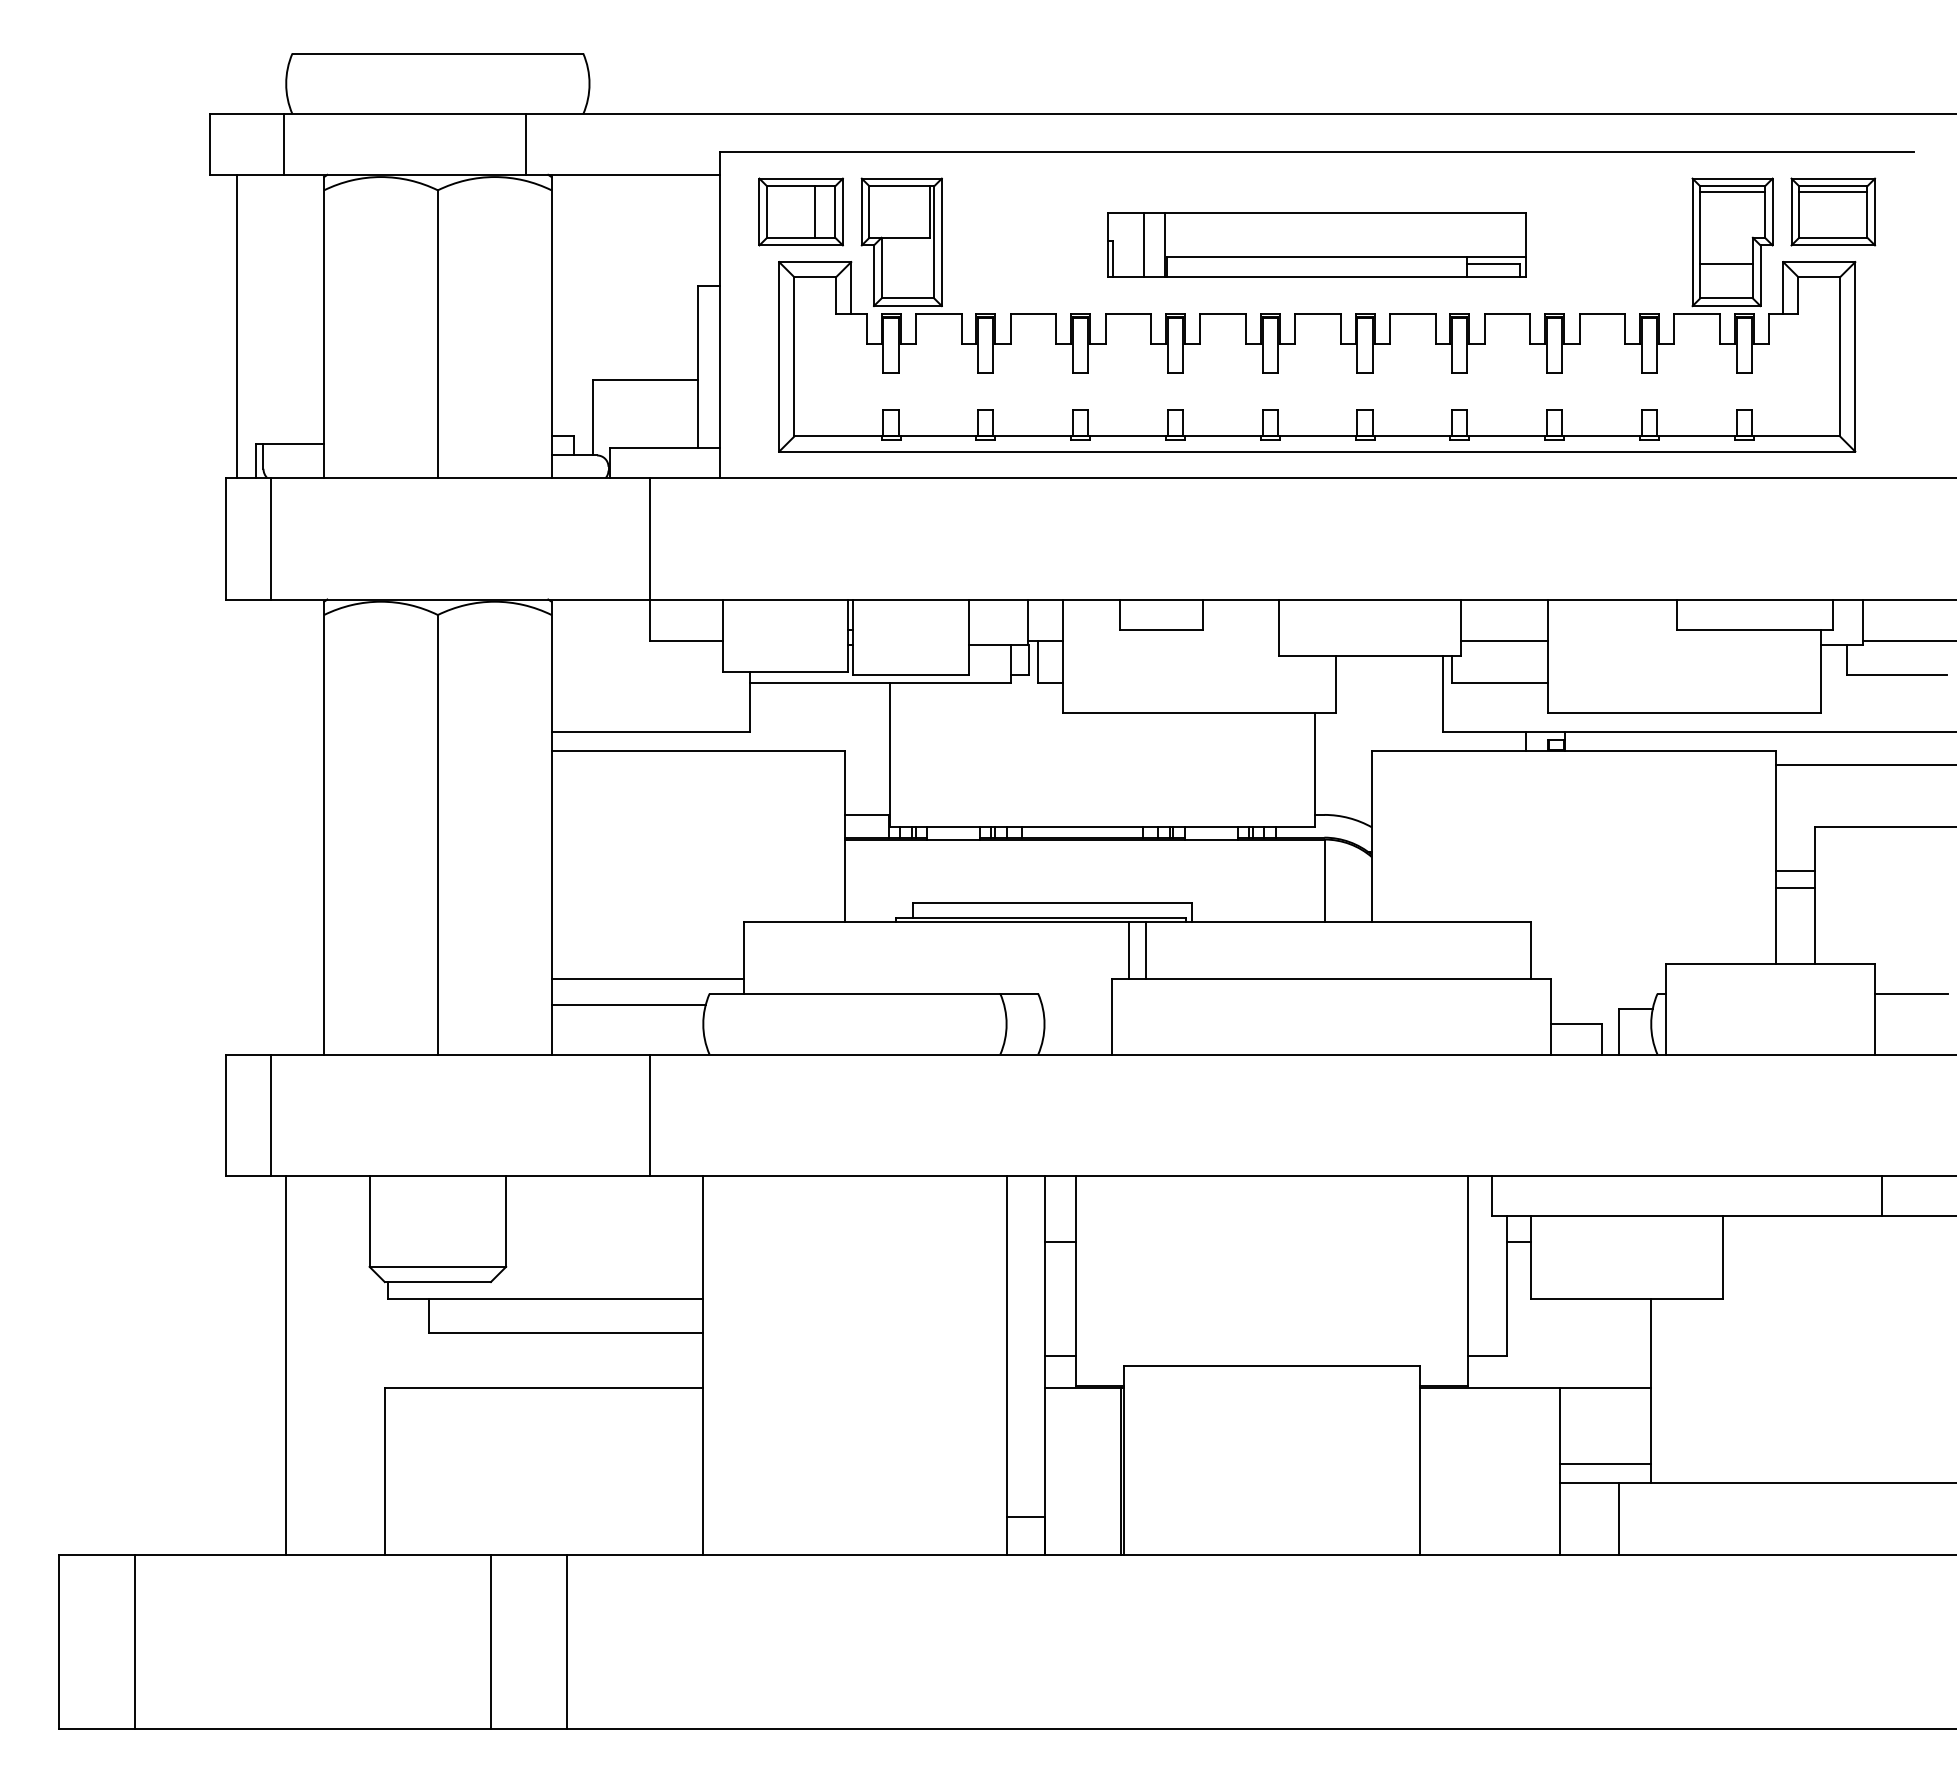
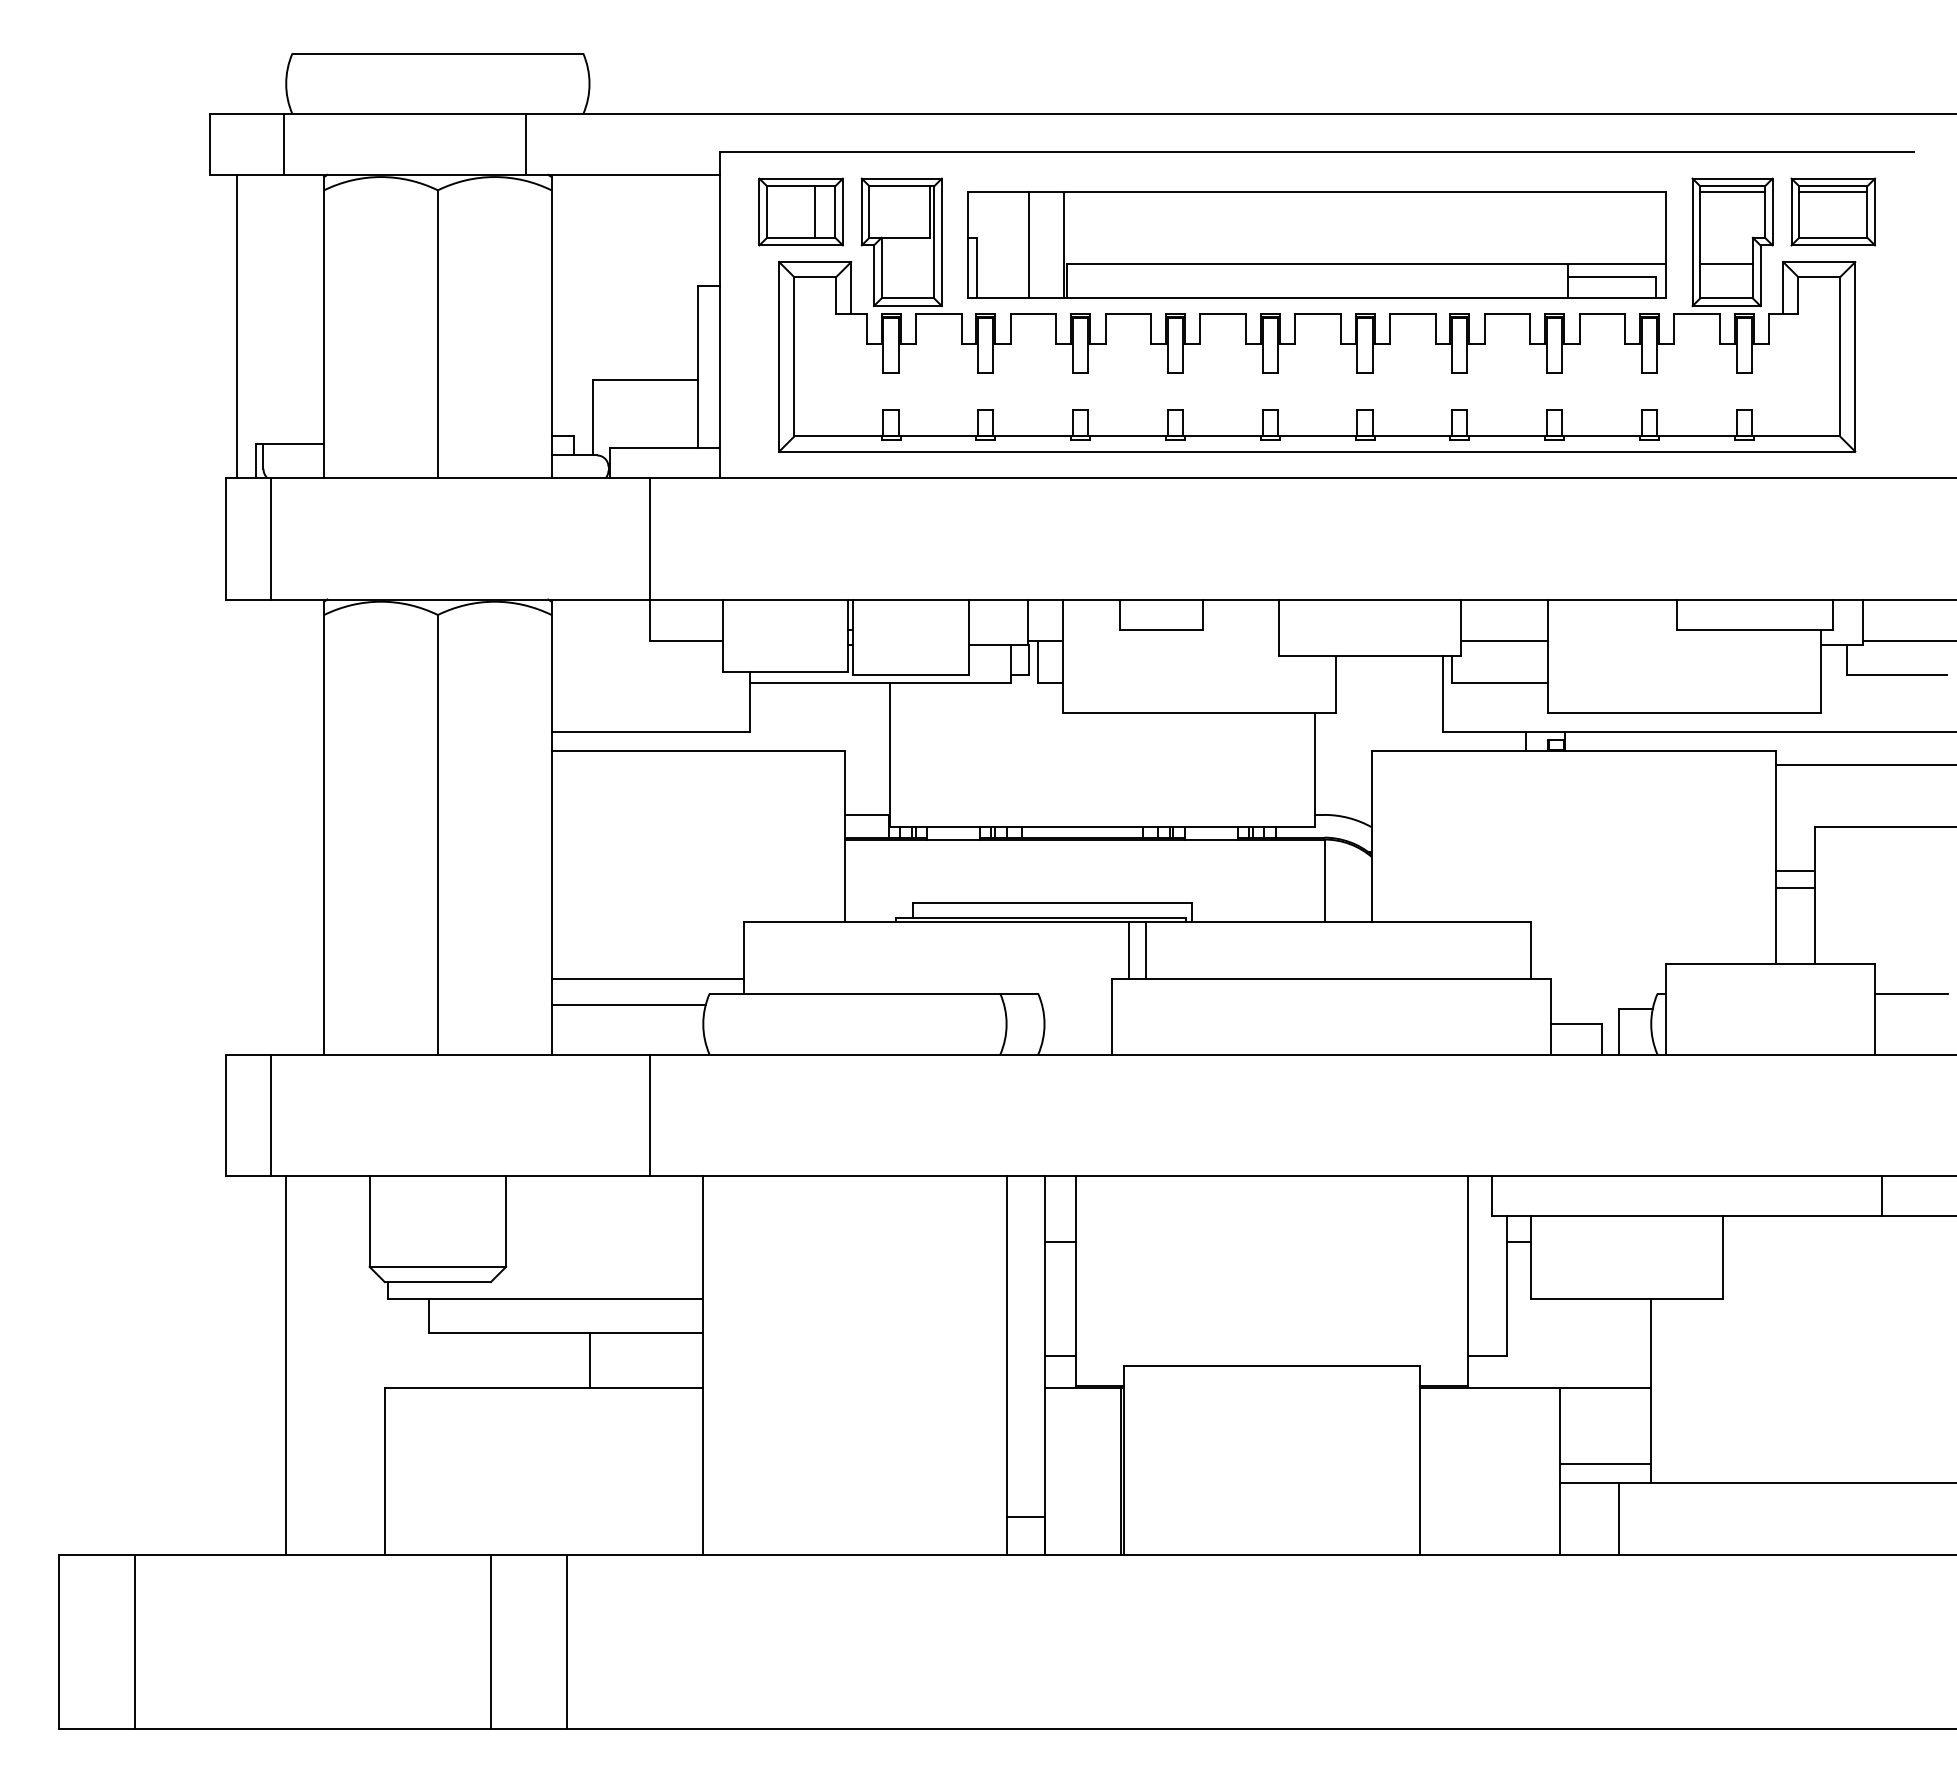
part at (1316, 244) size: 420x66 px -> 700x108 px
line at (589, 1360): none -> present
